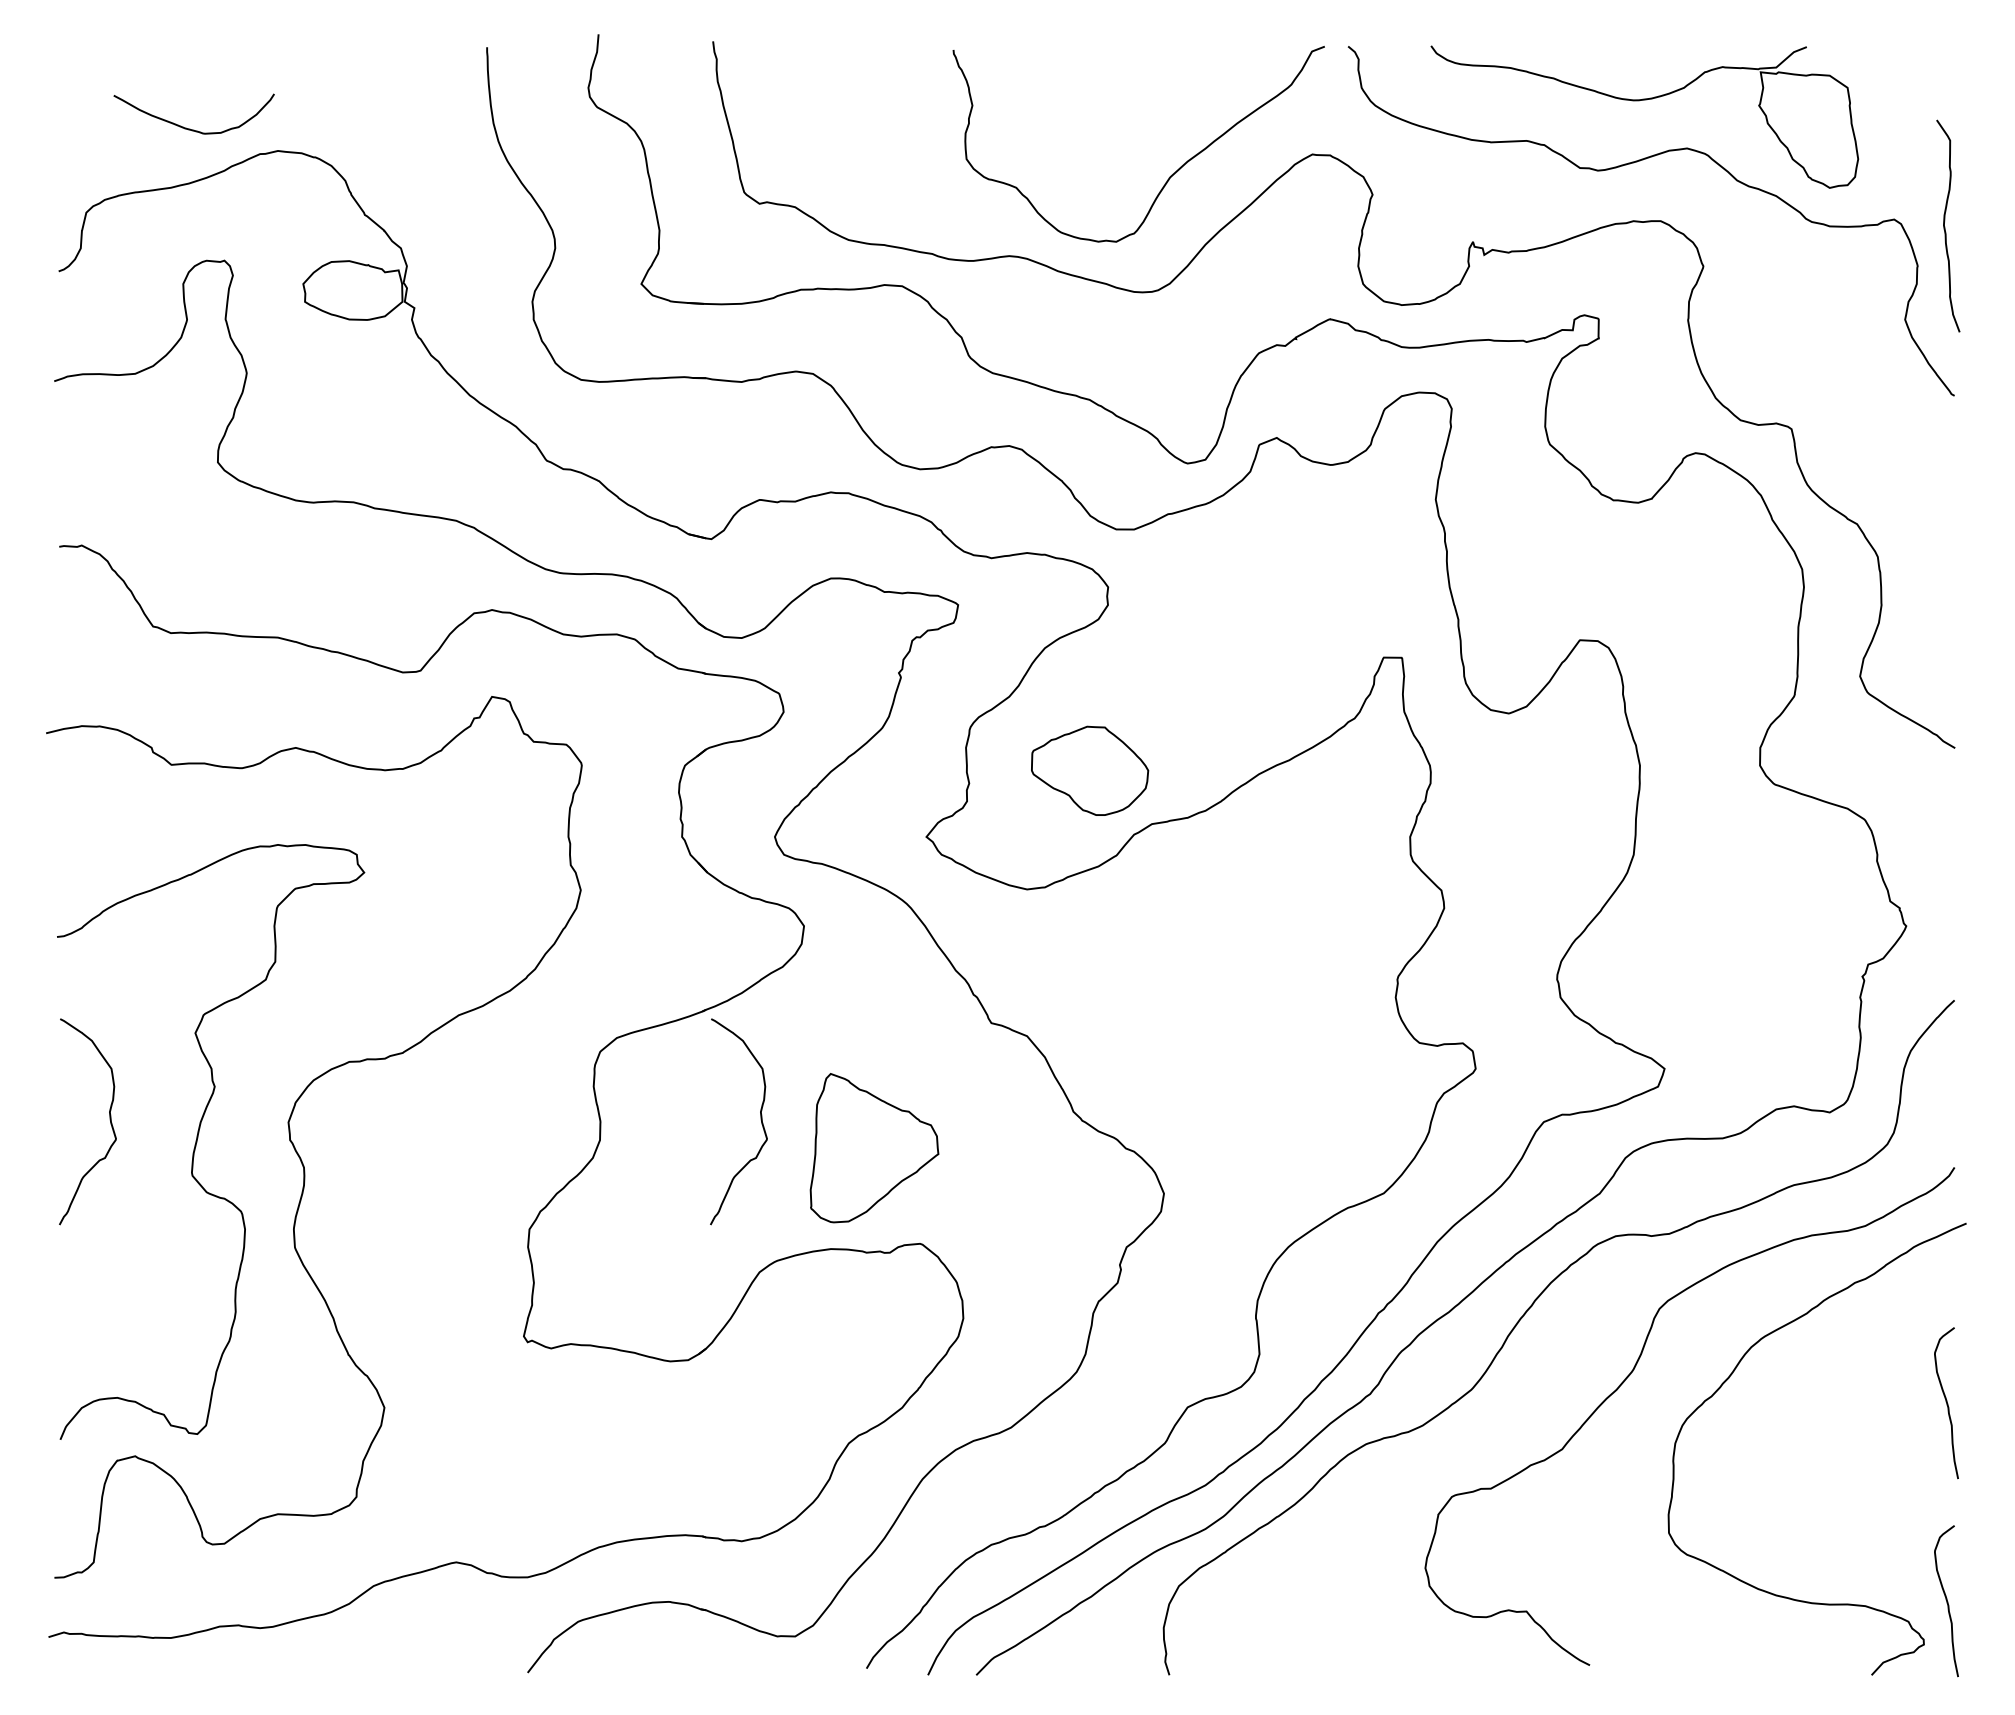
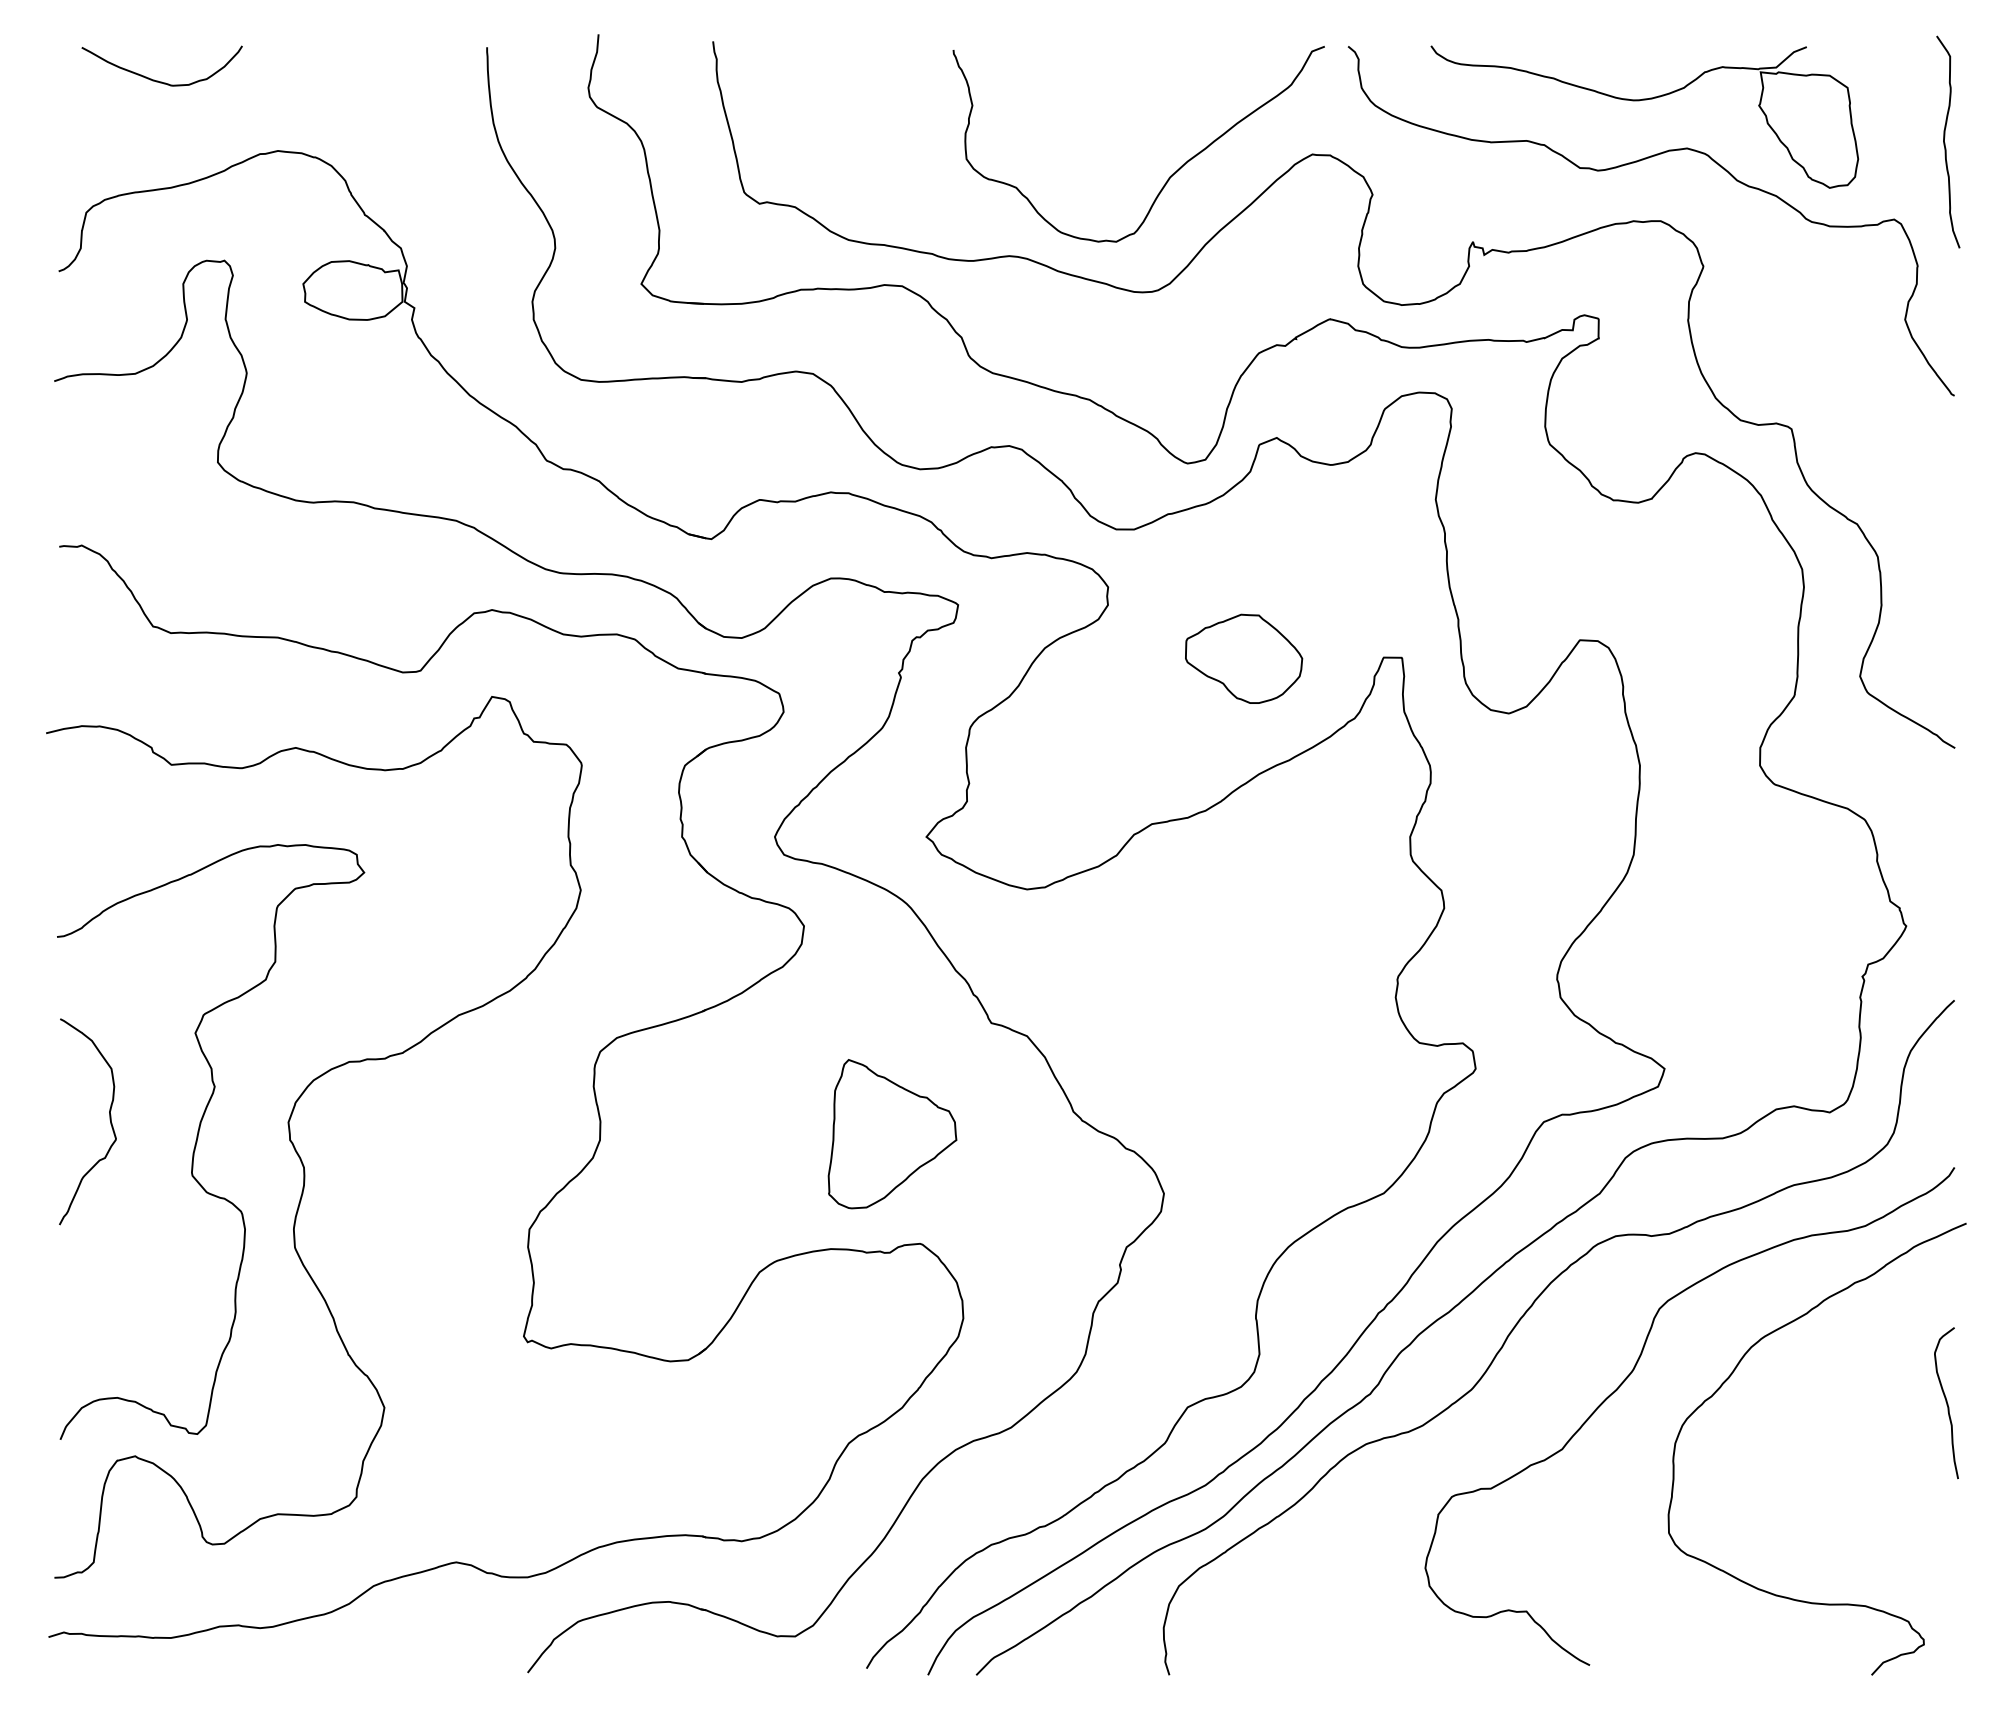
curve at (190, 128) position: (190, 128) -> (158, 80)
curve at (1945, 226) position: (1945, 226) -> (1945, 142)
part at (1090, 770) position: (1090, 770) -> (1244, 658)
curve at (760, 1120): present -> none
part at (874, 1148) position: (874, 1148) -> (892, 1134)
curve at (1946, 1601): present -> none
